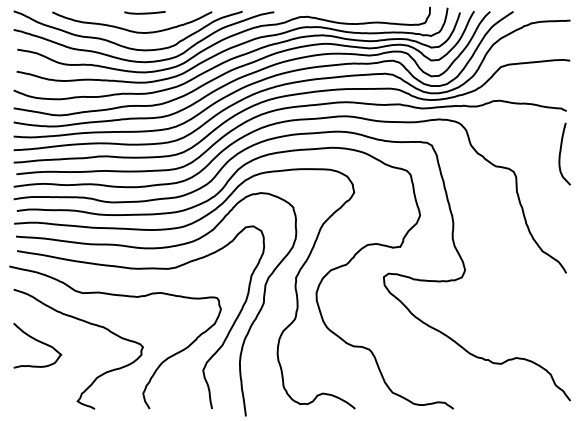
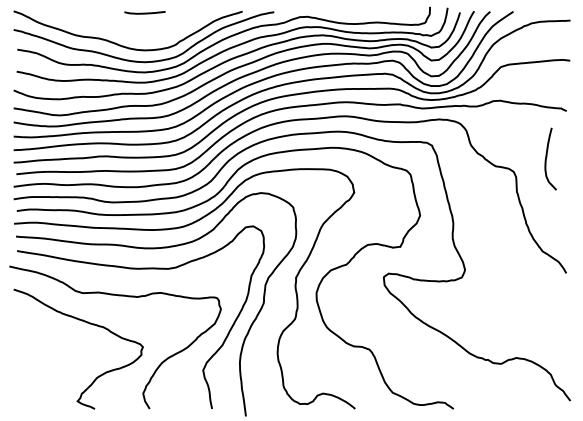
curve at (132, 30): present -> none
curve at (561, 152) position: (561, 152) -> (547, 157)
curve at (39, 342): present -> none
